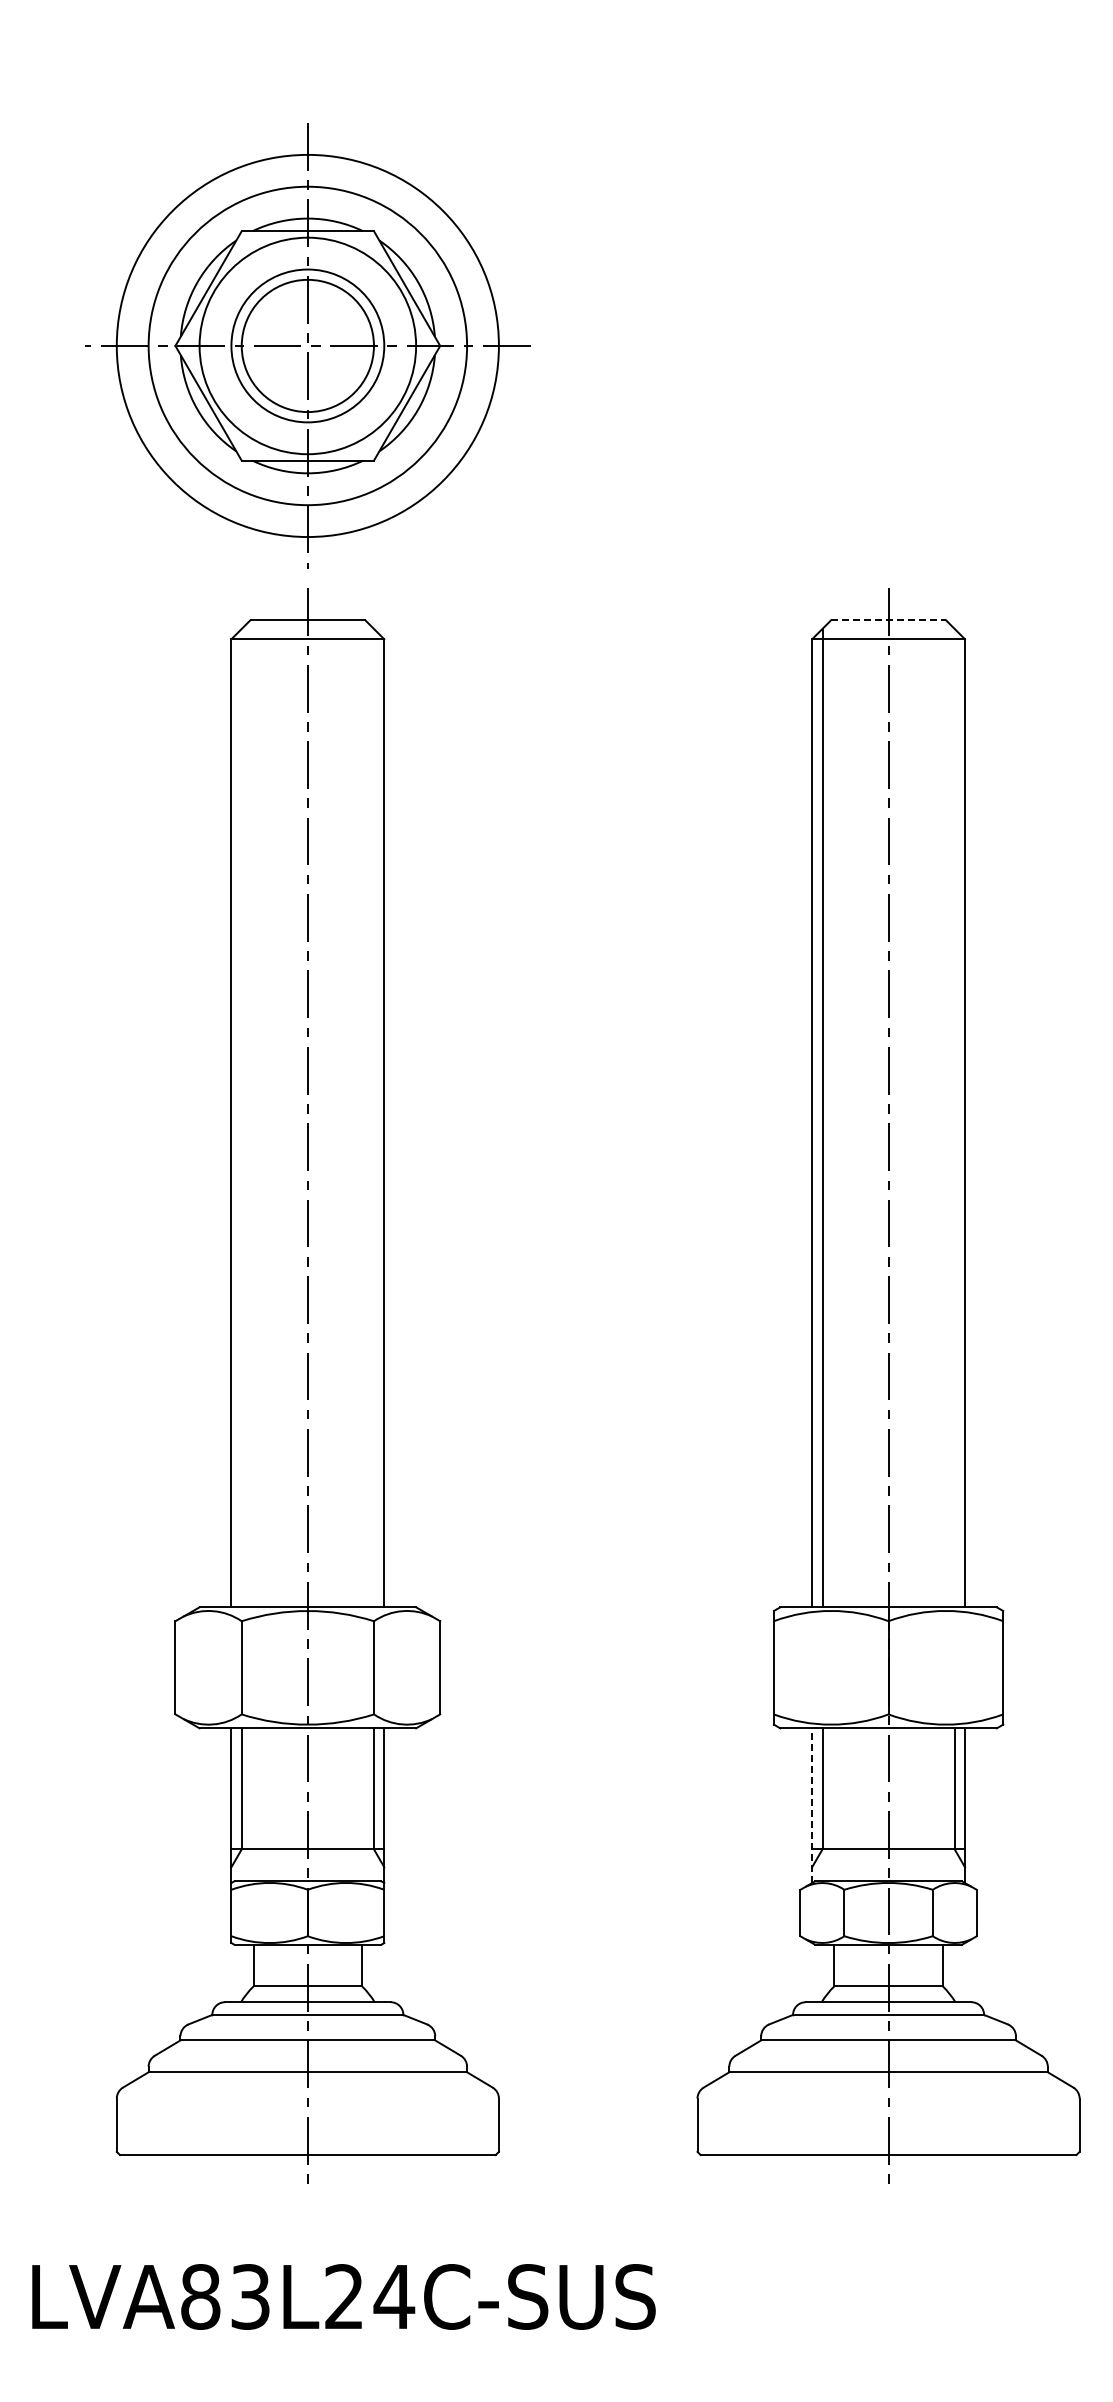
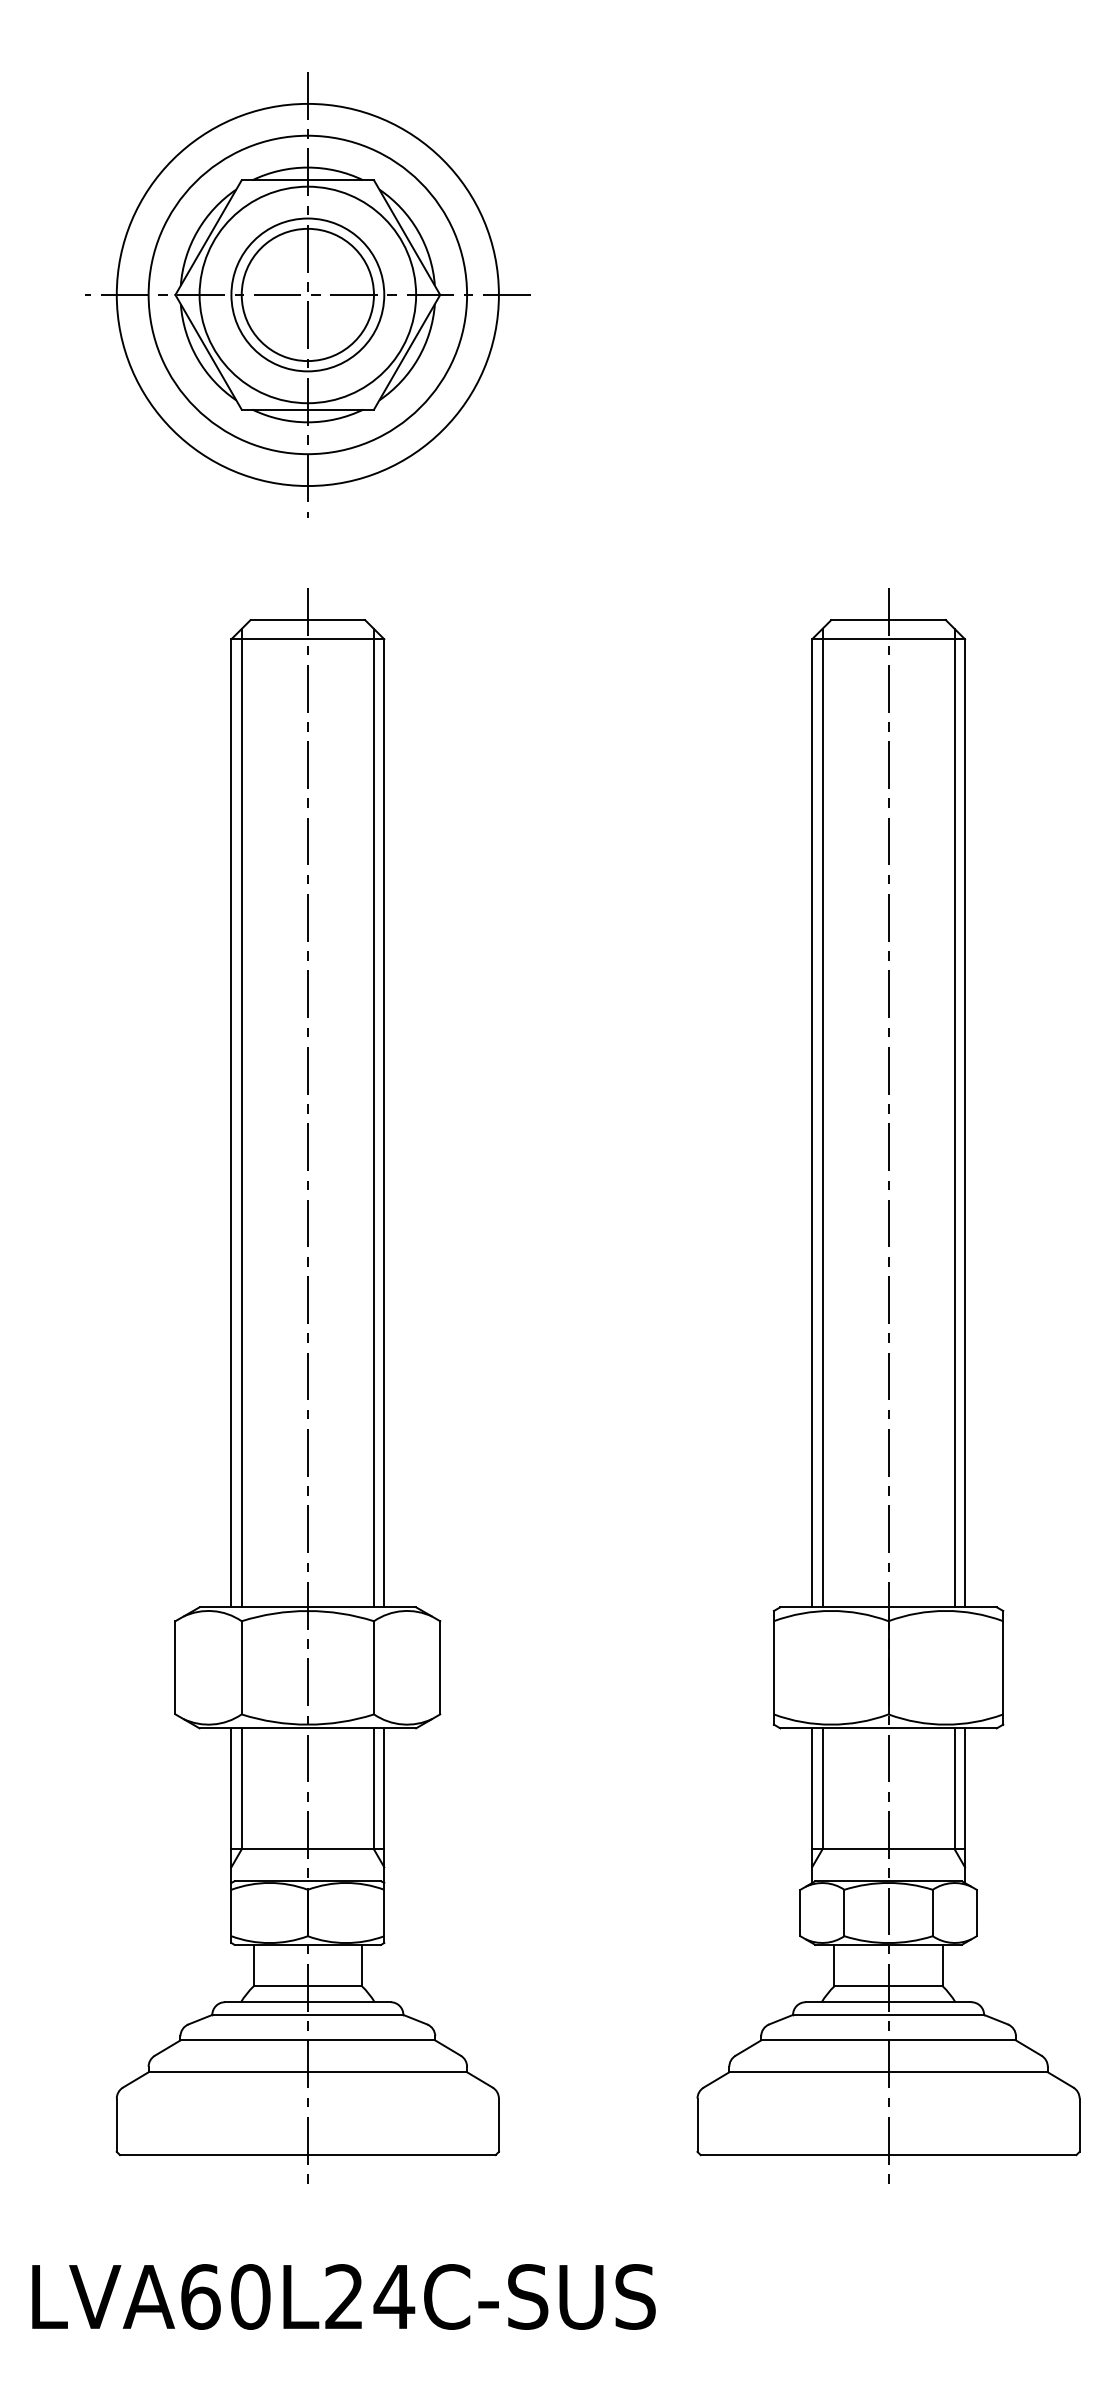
part at (307, 345) position: (307, 345) -> (307, 294)
line at (889, 620): dashed -> solid
line at (241, 1117): none -> present
line at (373, 1117): none -> present
line at (954, 1117): none -> present
line at (812, 1805): dashed -> solid
text at (225, 2296): LVA83L24C-SUS -> LVA60L24C-SUS
